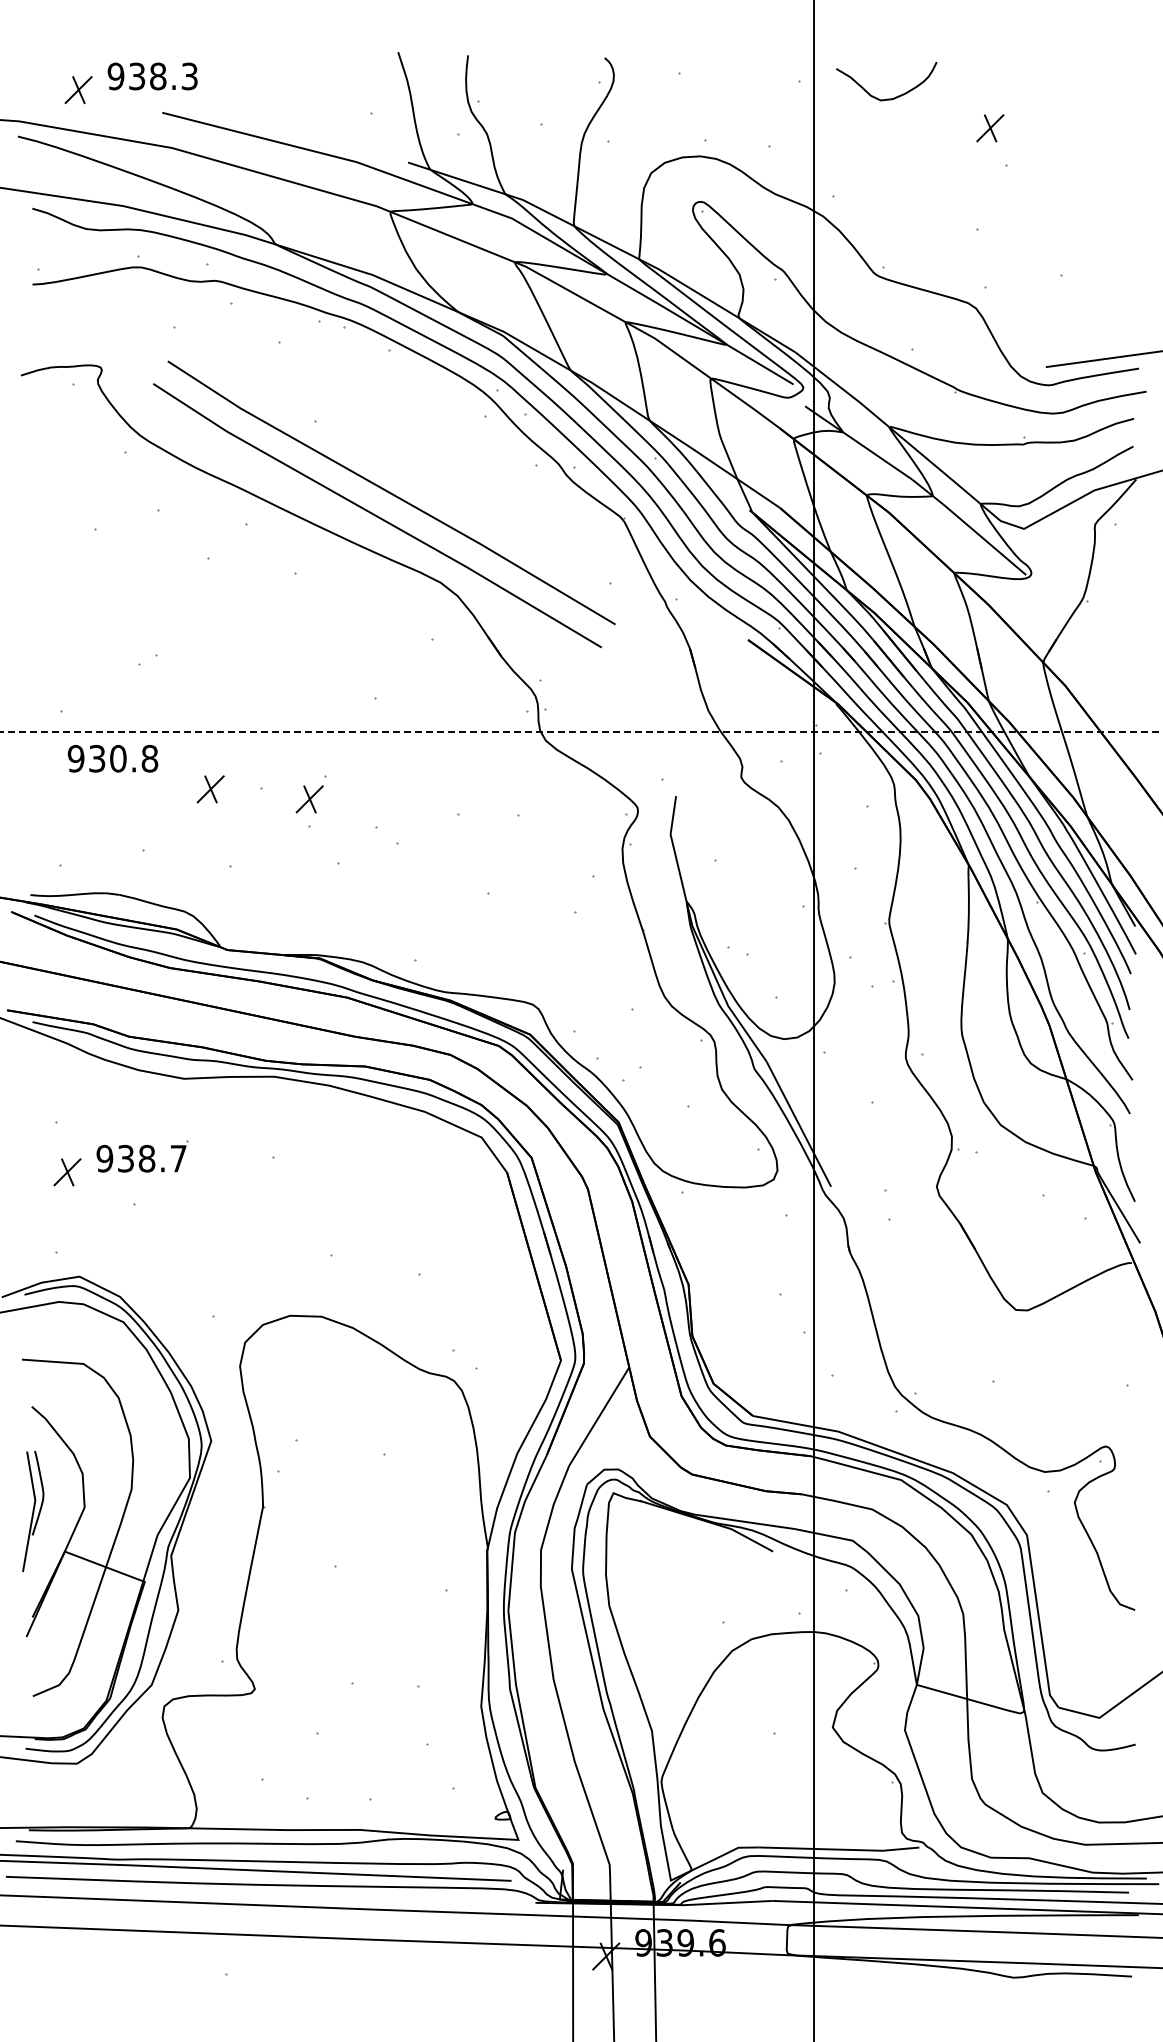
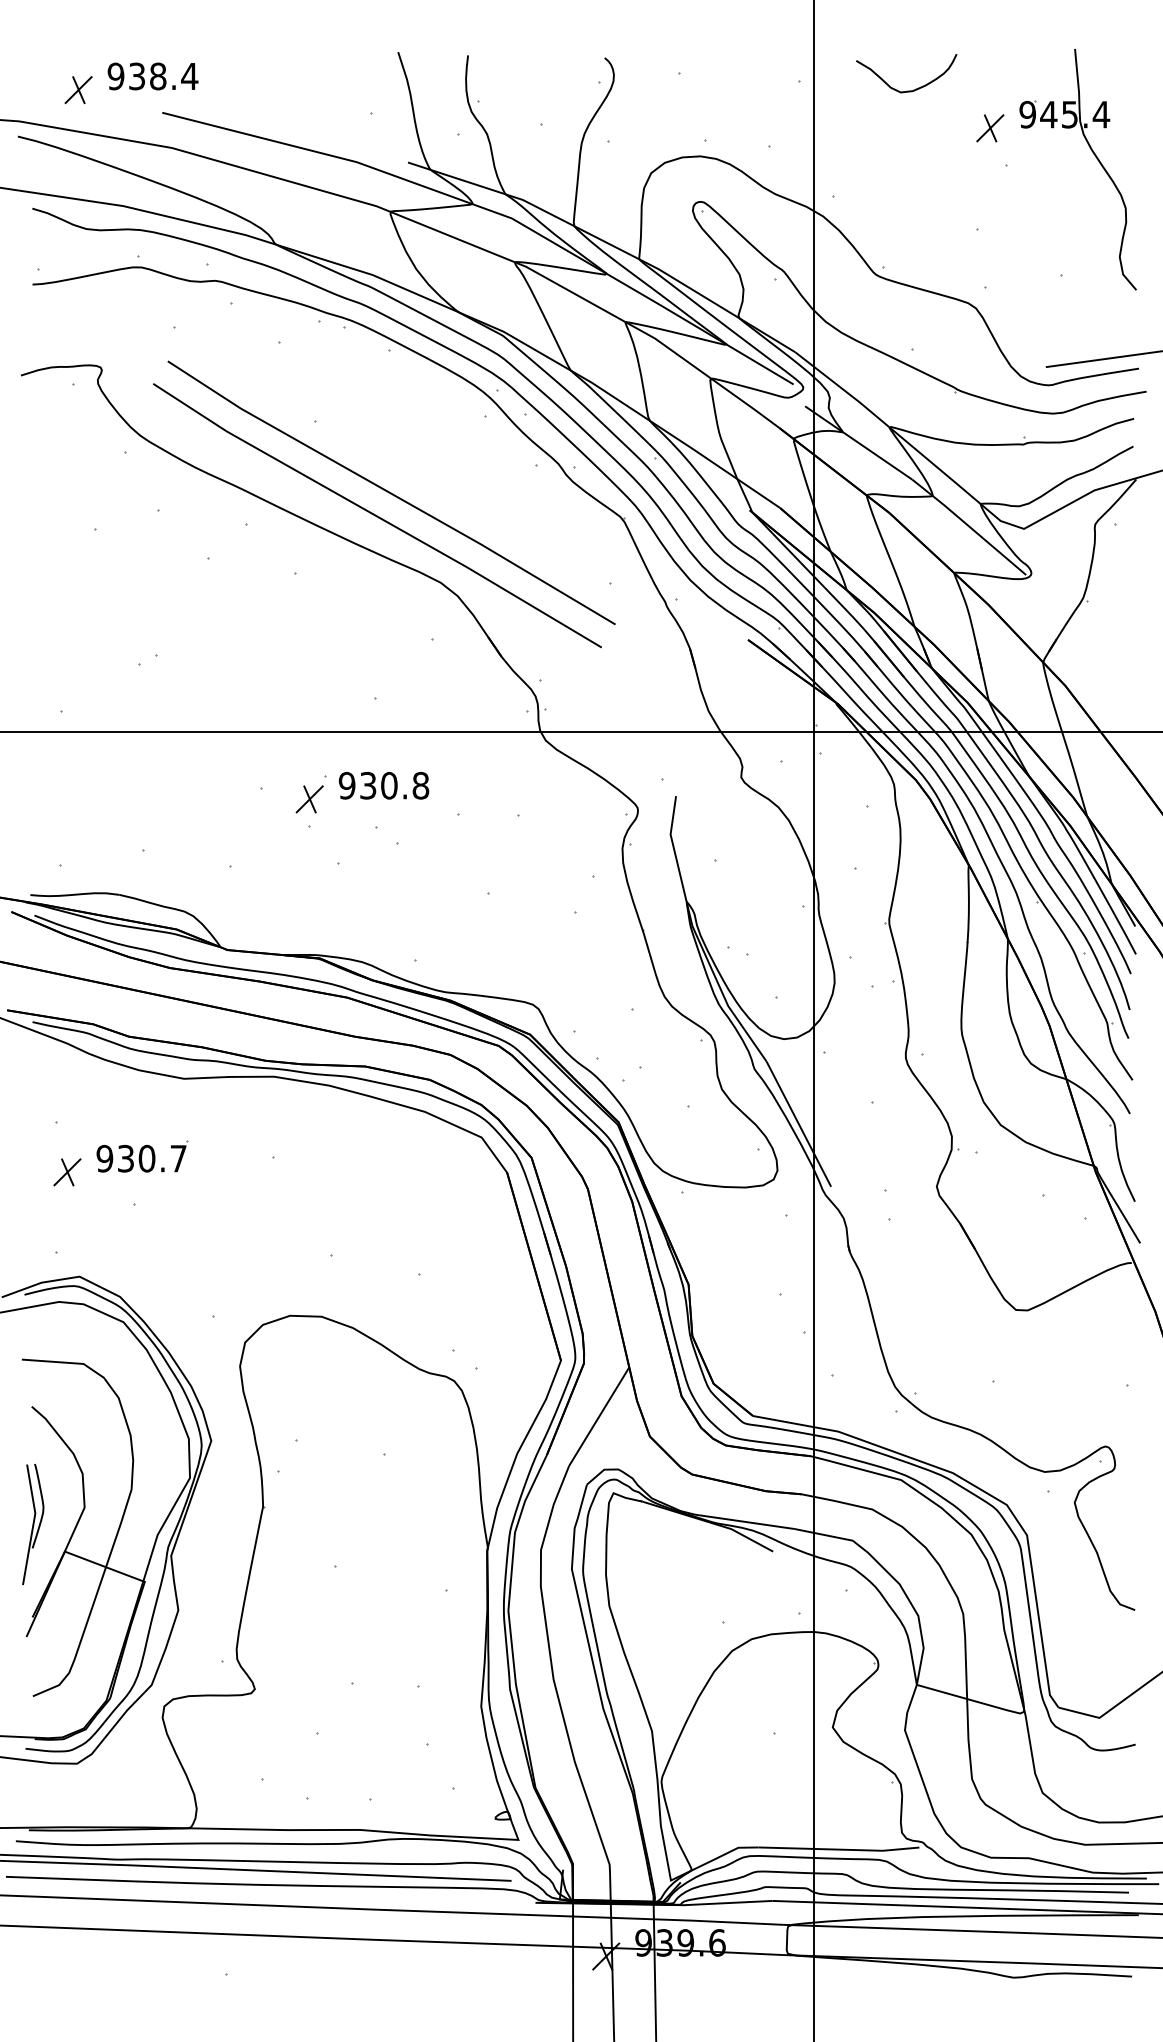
text at (189, 76): 938.3 -> 938.4
curve at (886, 98) position: (886, 98) -> (906, 90)
part at (1095, 157): none -> present
line at (581, 731): dashed -> solid
text at (112, 758) position: (112, 758) -> (383, 785)
part at (210, 789): present -> none
text at (146, 1158): 938.7 -> 930.7
part at (33, 1511) position: (33, 1511) -> (33, 1524)
